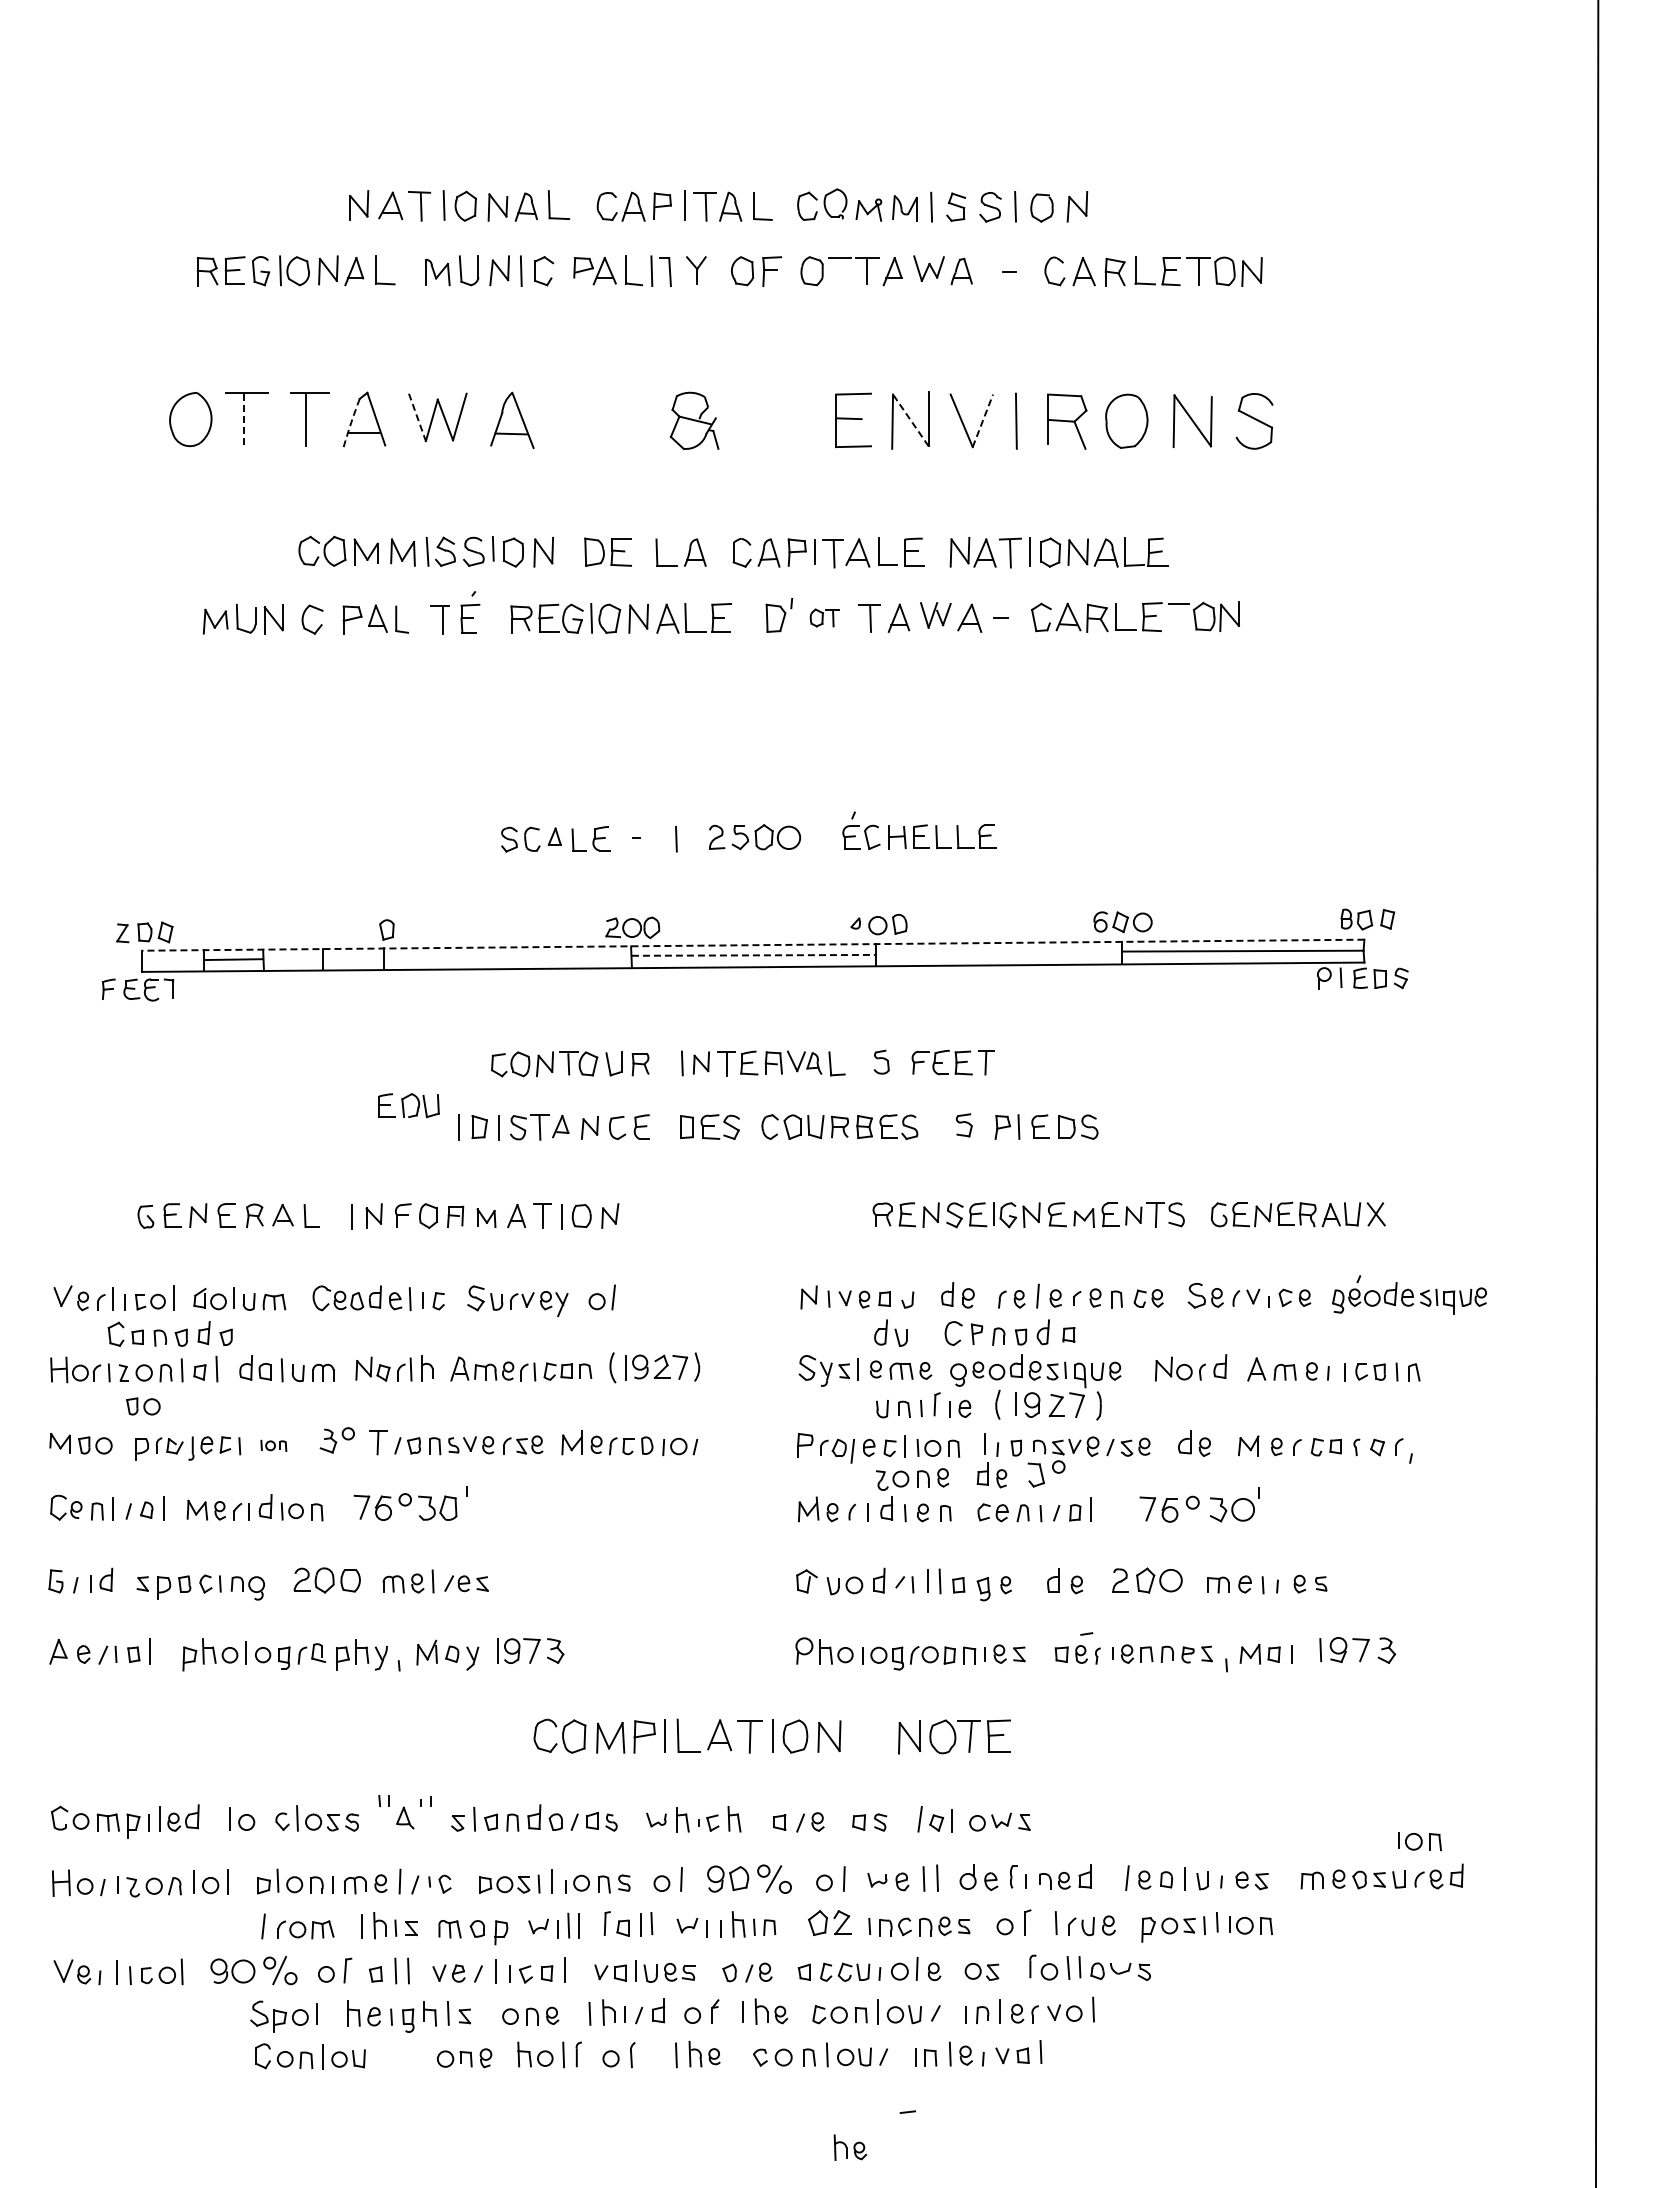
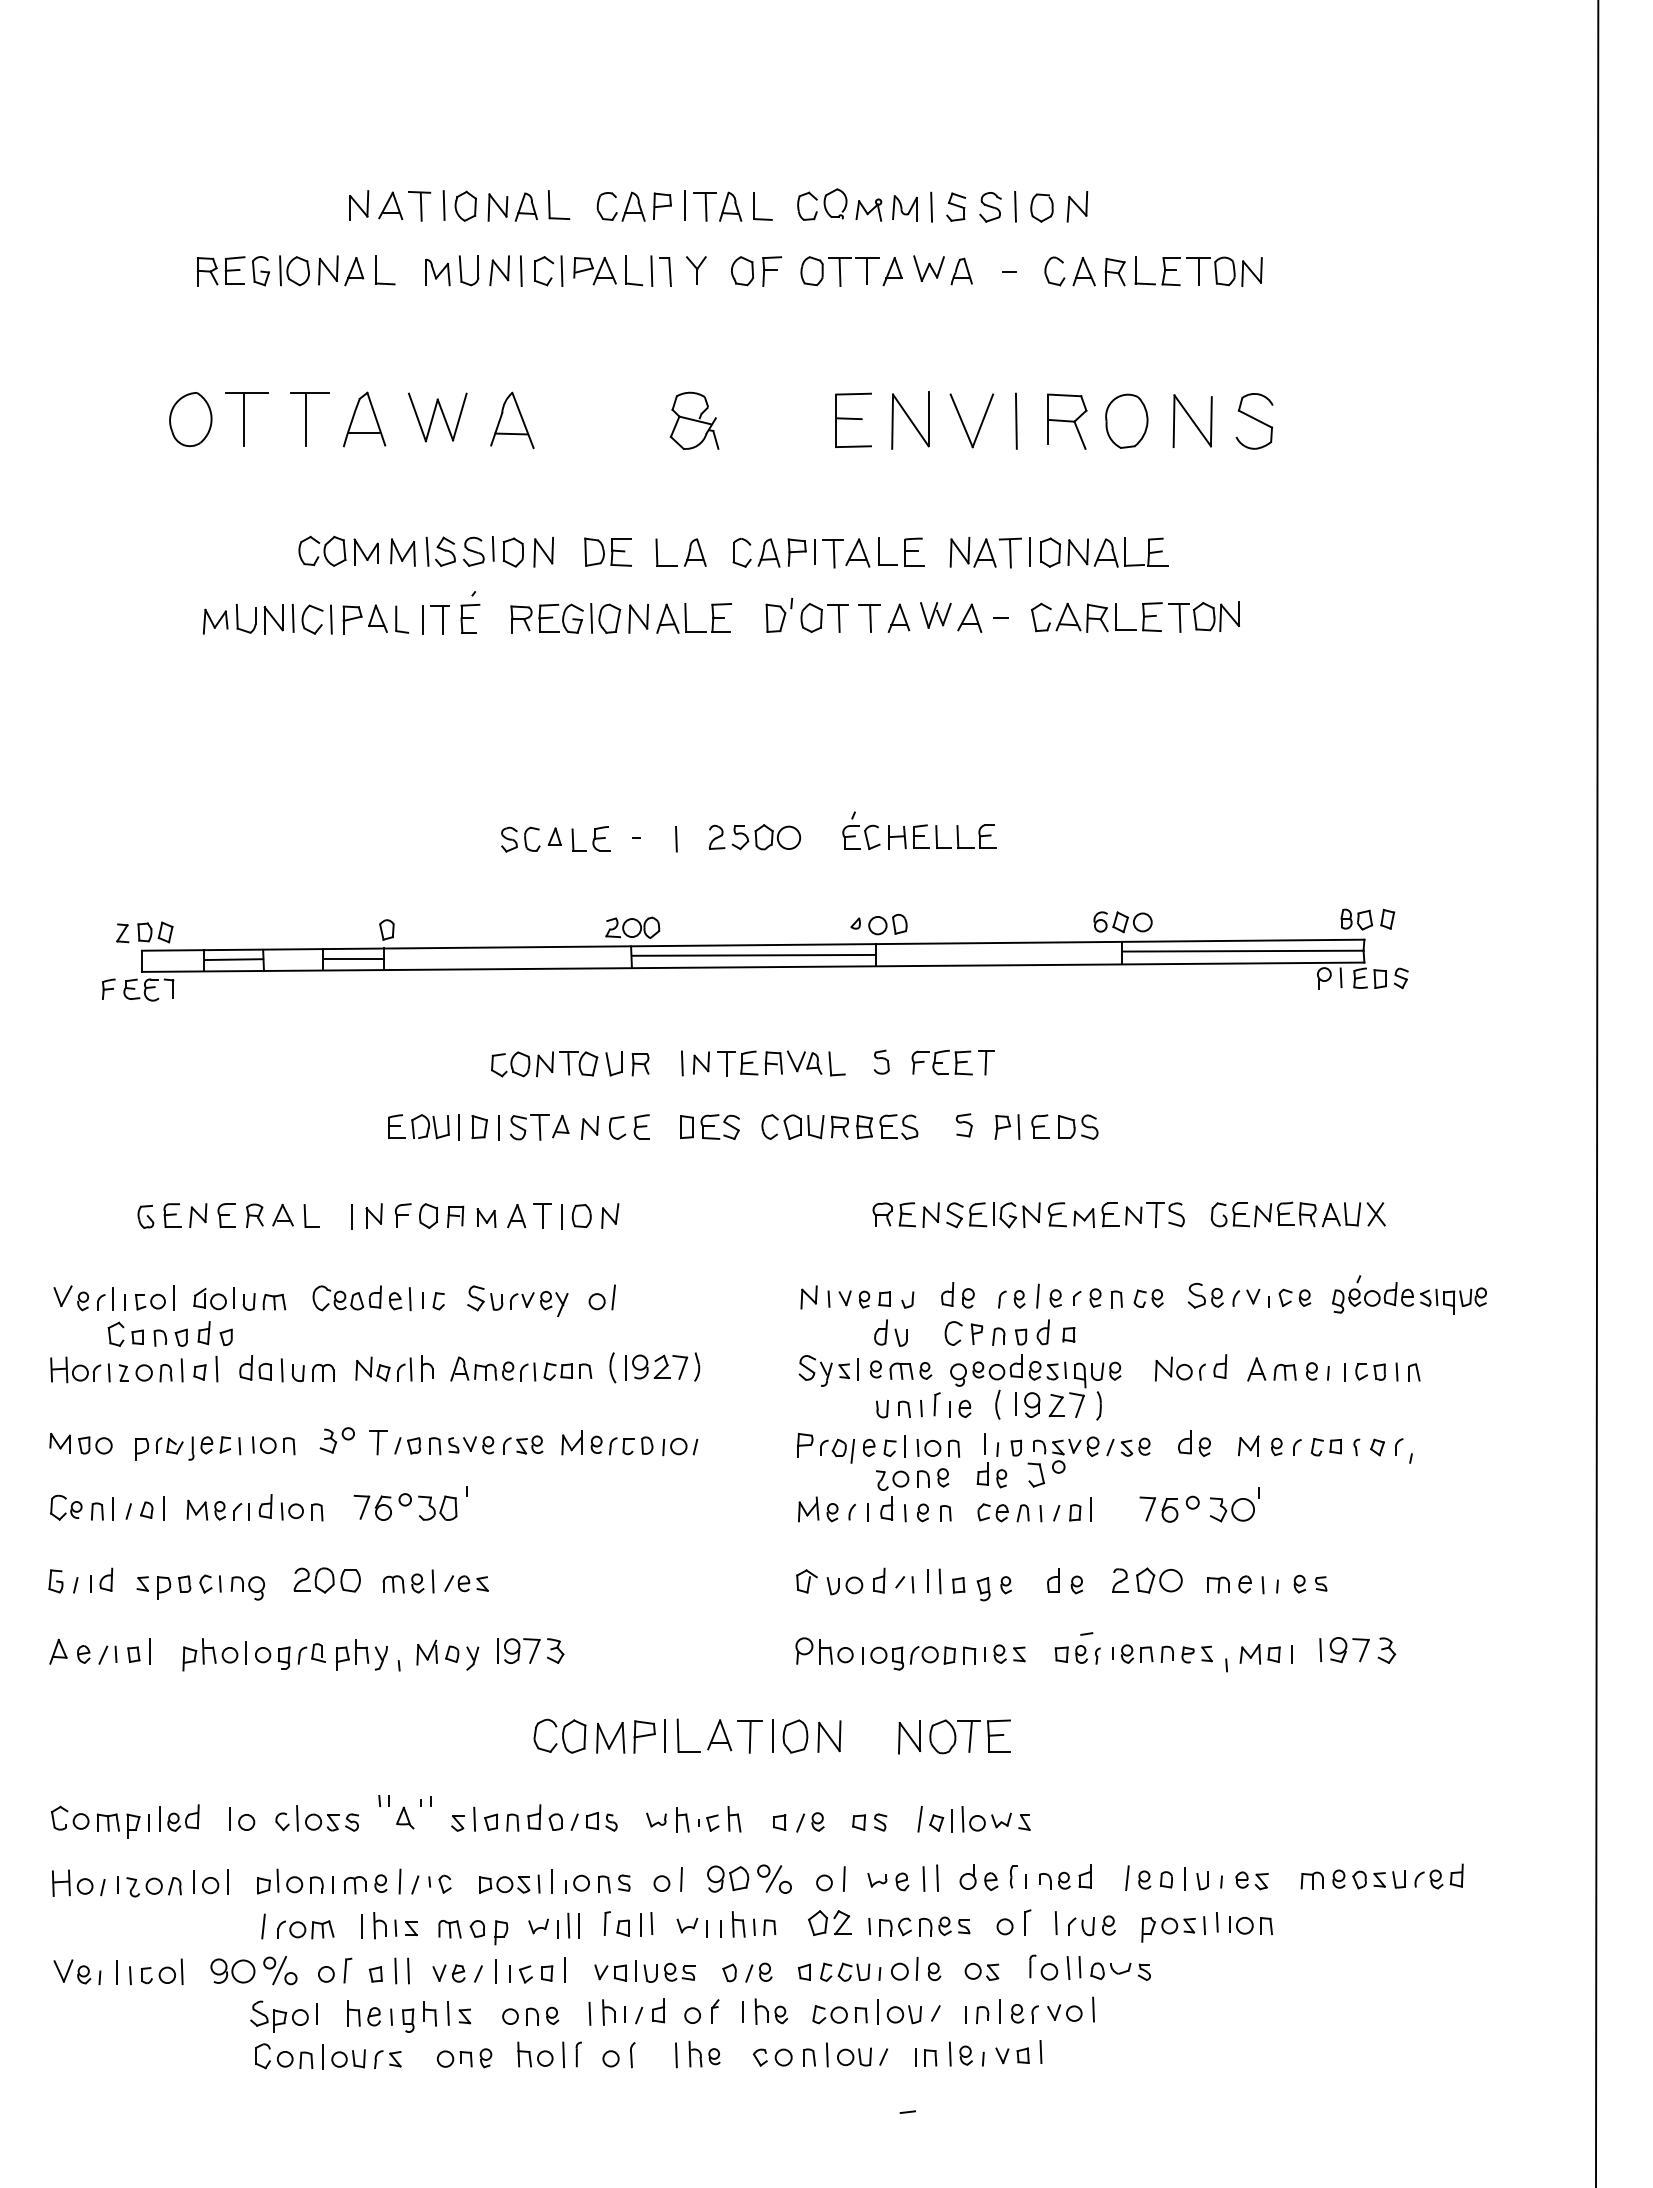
line at (561, 271): none -> present
line at (839, 272): none -> present
line at (417, 417): dashed -> solid
line at (244, 420): dashed -> solid
line at (910, 420): dashed -> solid
line at (983, 420): dashed -> solid
arc at (351, 422): dashed -> solid
line at (292, 617): none -> present
part at (824, 617) size: 31x20 px -> 49x30 px
line at (1179, 617): none -> present
line at (330, 619): none -> present
line at (422, 619): none -> present
line at (752, 945): dashed -> solid
line at (753, 955): dashed -> solid
line at (354, 959): none -> present
part at (408, 1105) position: (408, 1105) -> (418, 1126)
part at (143, 1406): present -> none
part at (273, 1445) size: 28x13 px -> 44x20 px
line at (962, 1818): none -> present
part at (1419, 1841): present -> none
part at (387, 2059): none -> present
part at (850, 2147): present -> none
